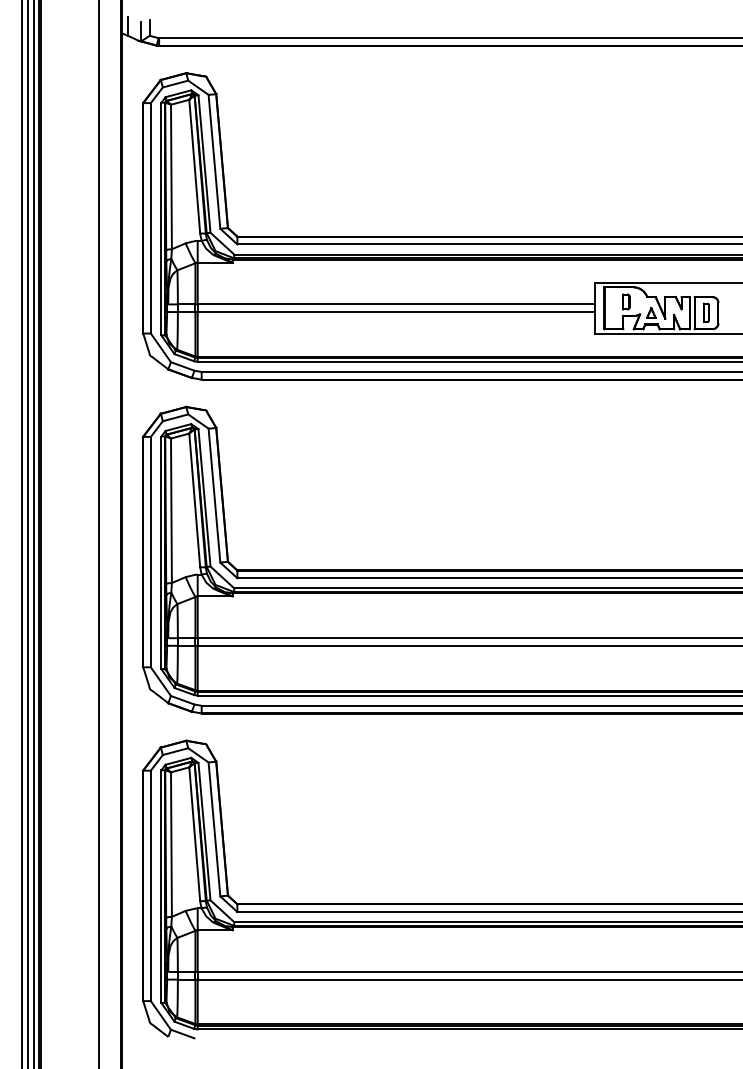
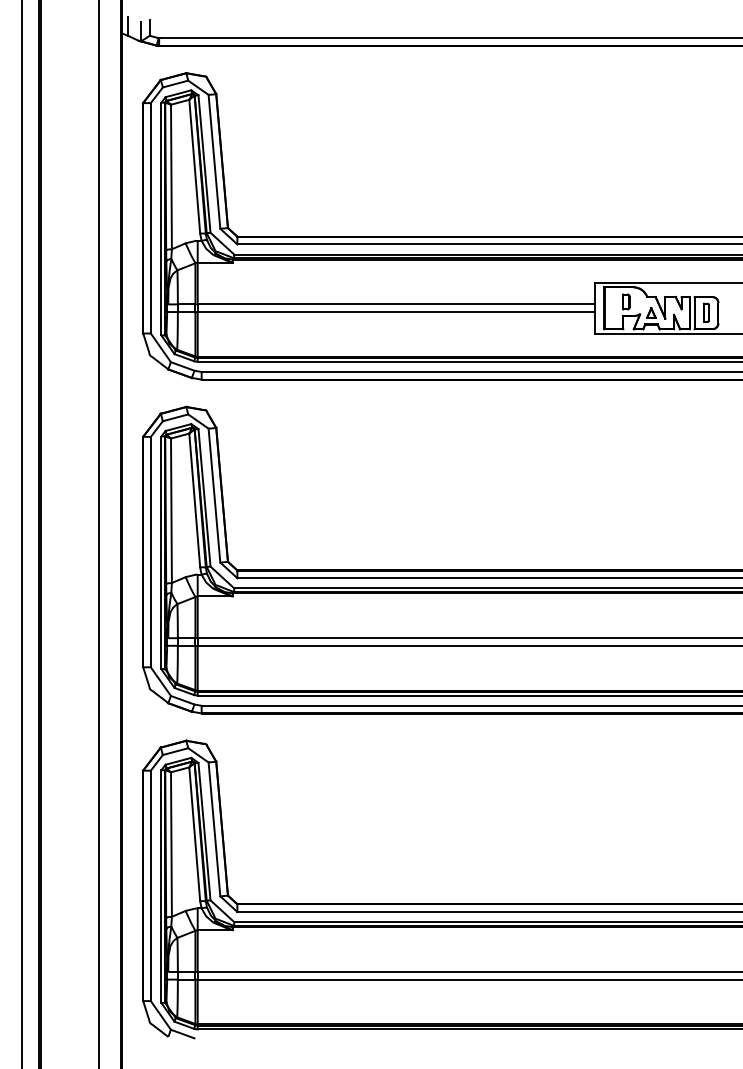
line at (27, 533): present -> none
line at (33, 533): present -> none
